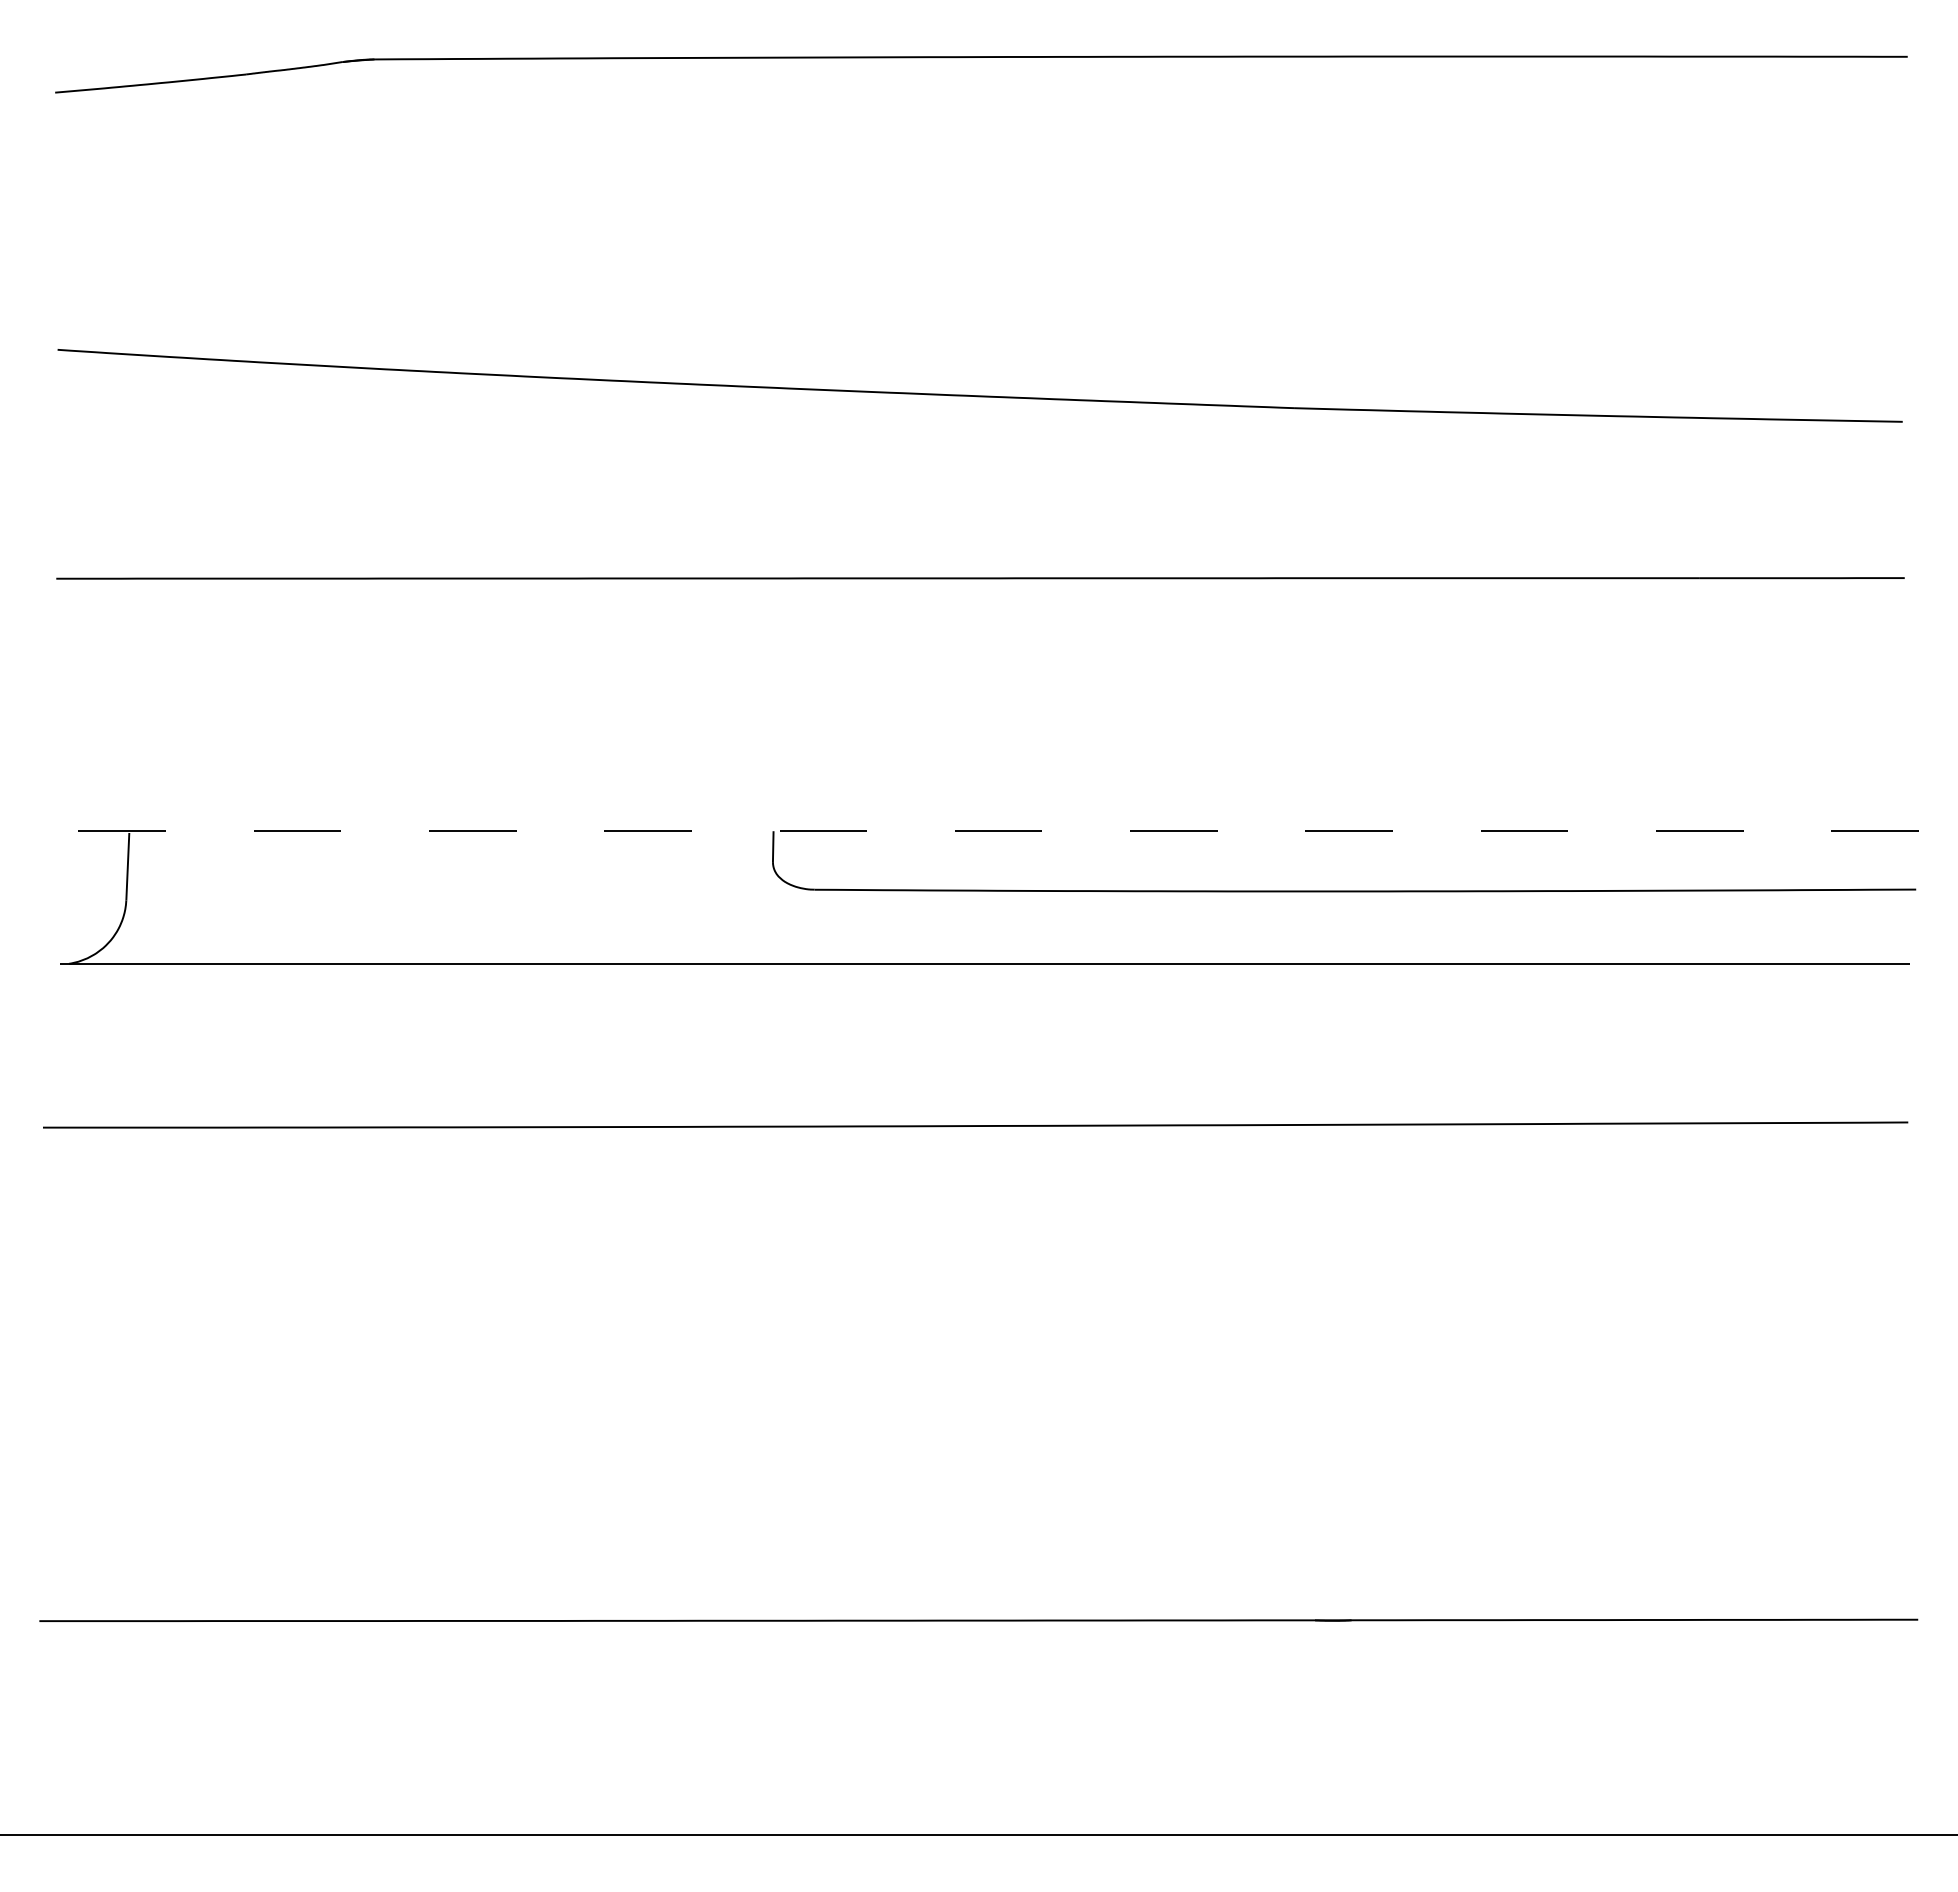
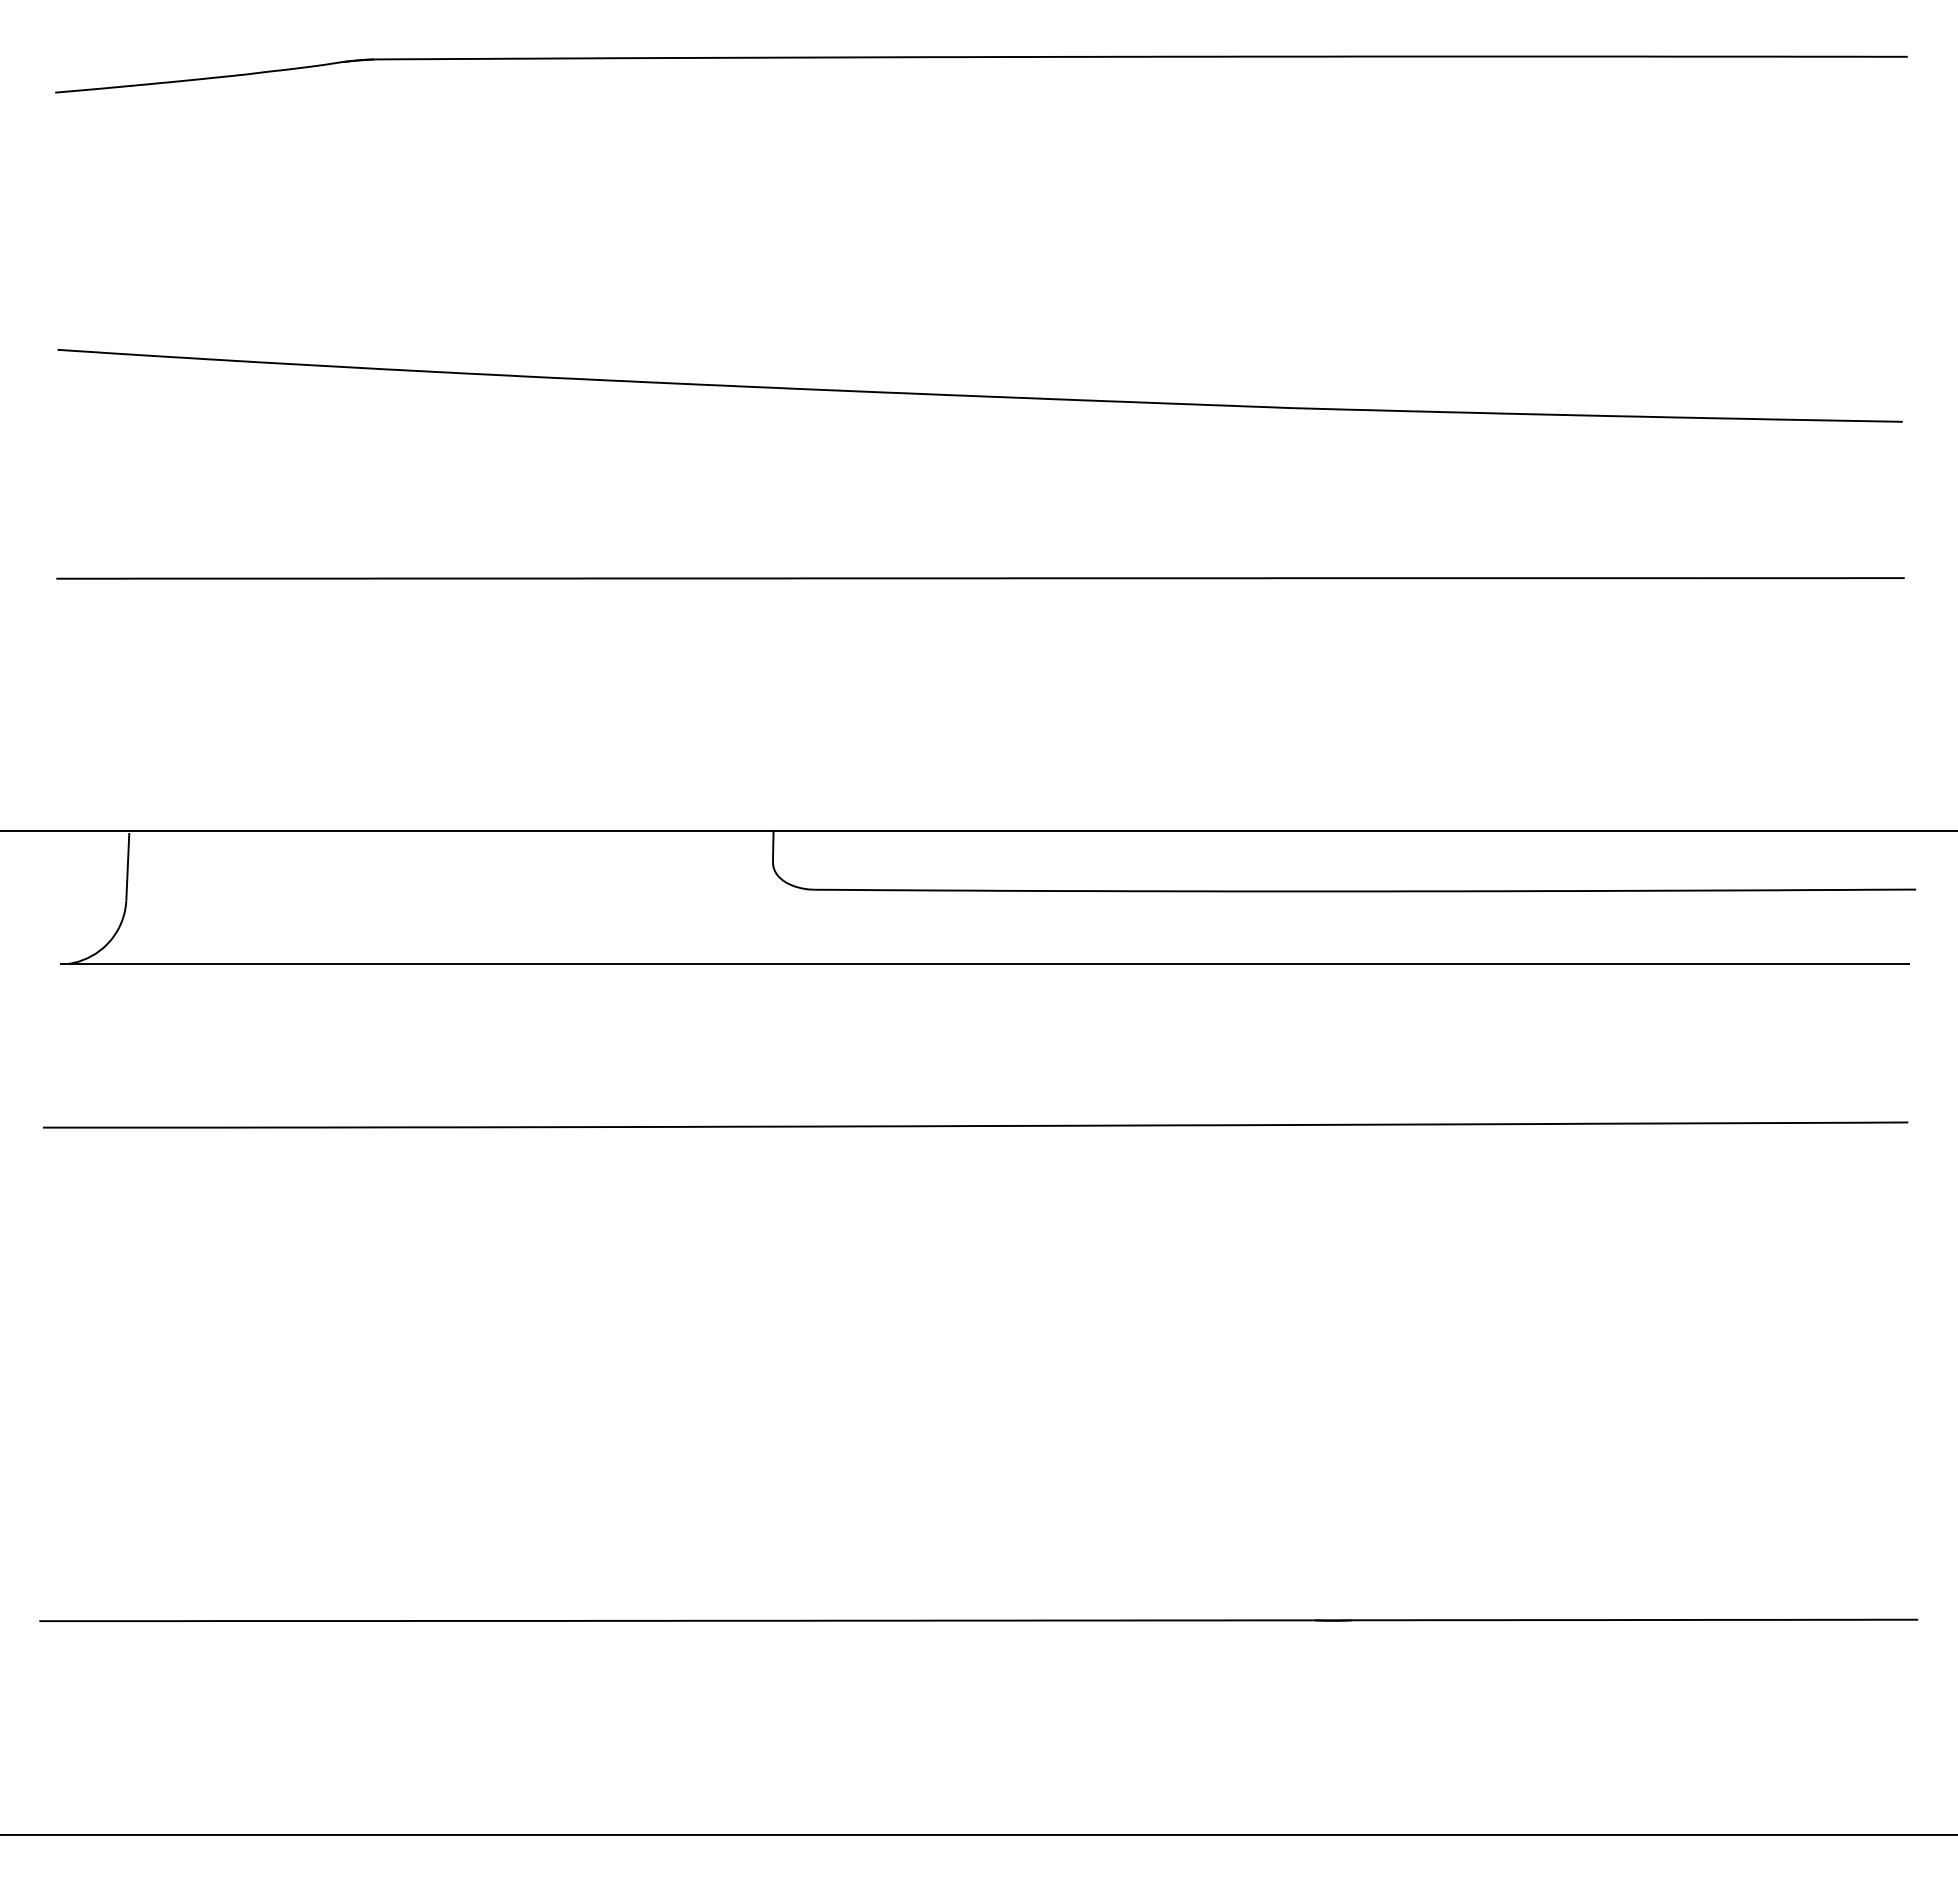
line at (979, 831): dashed -> solid
